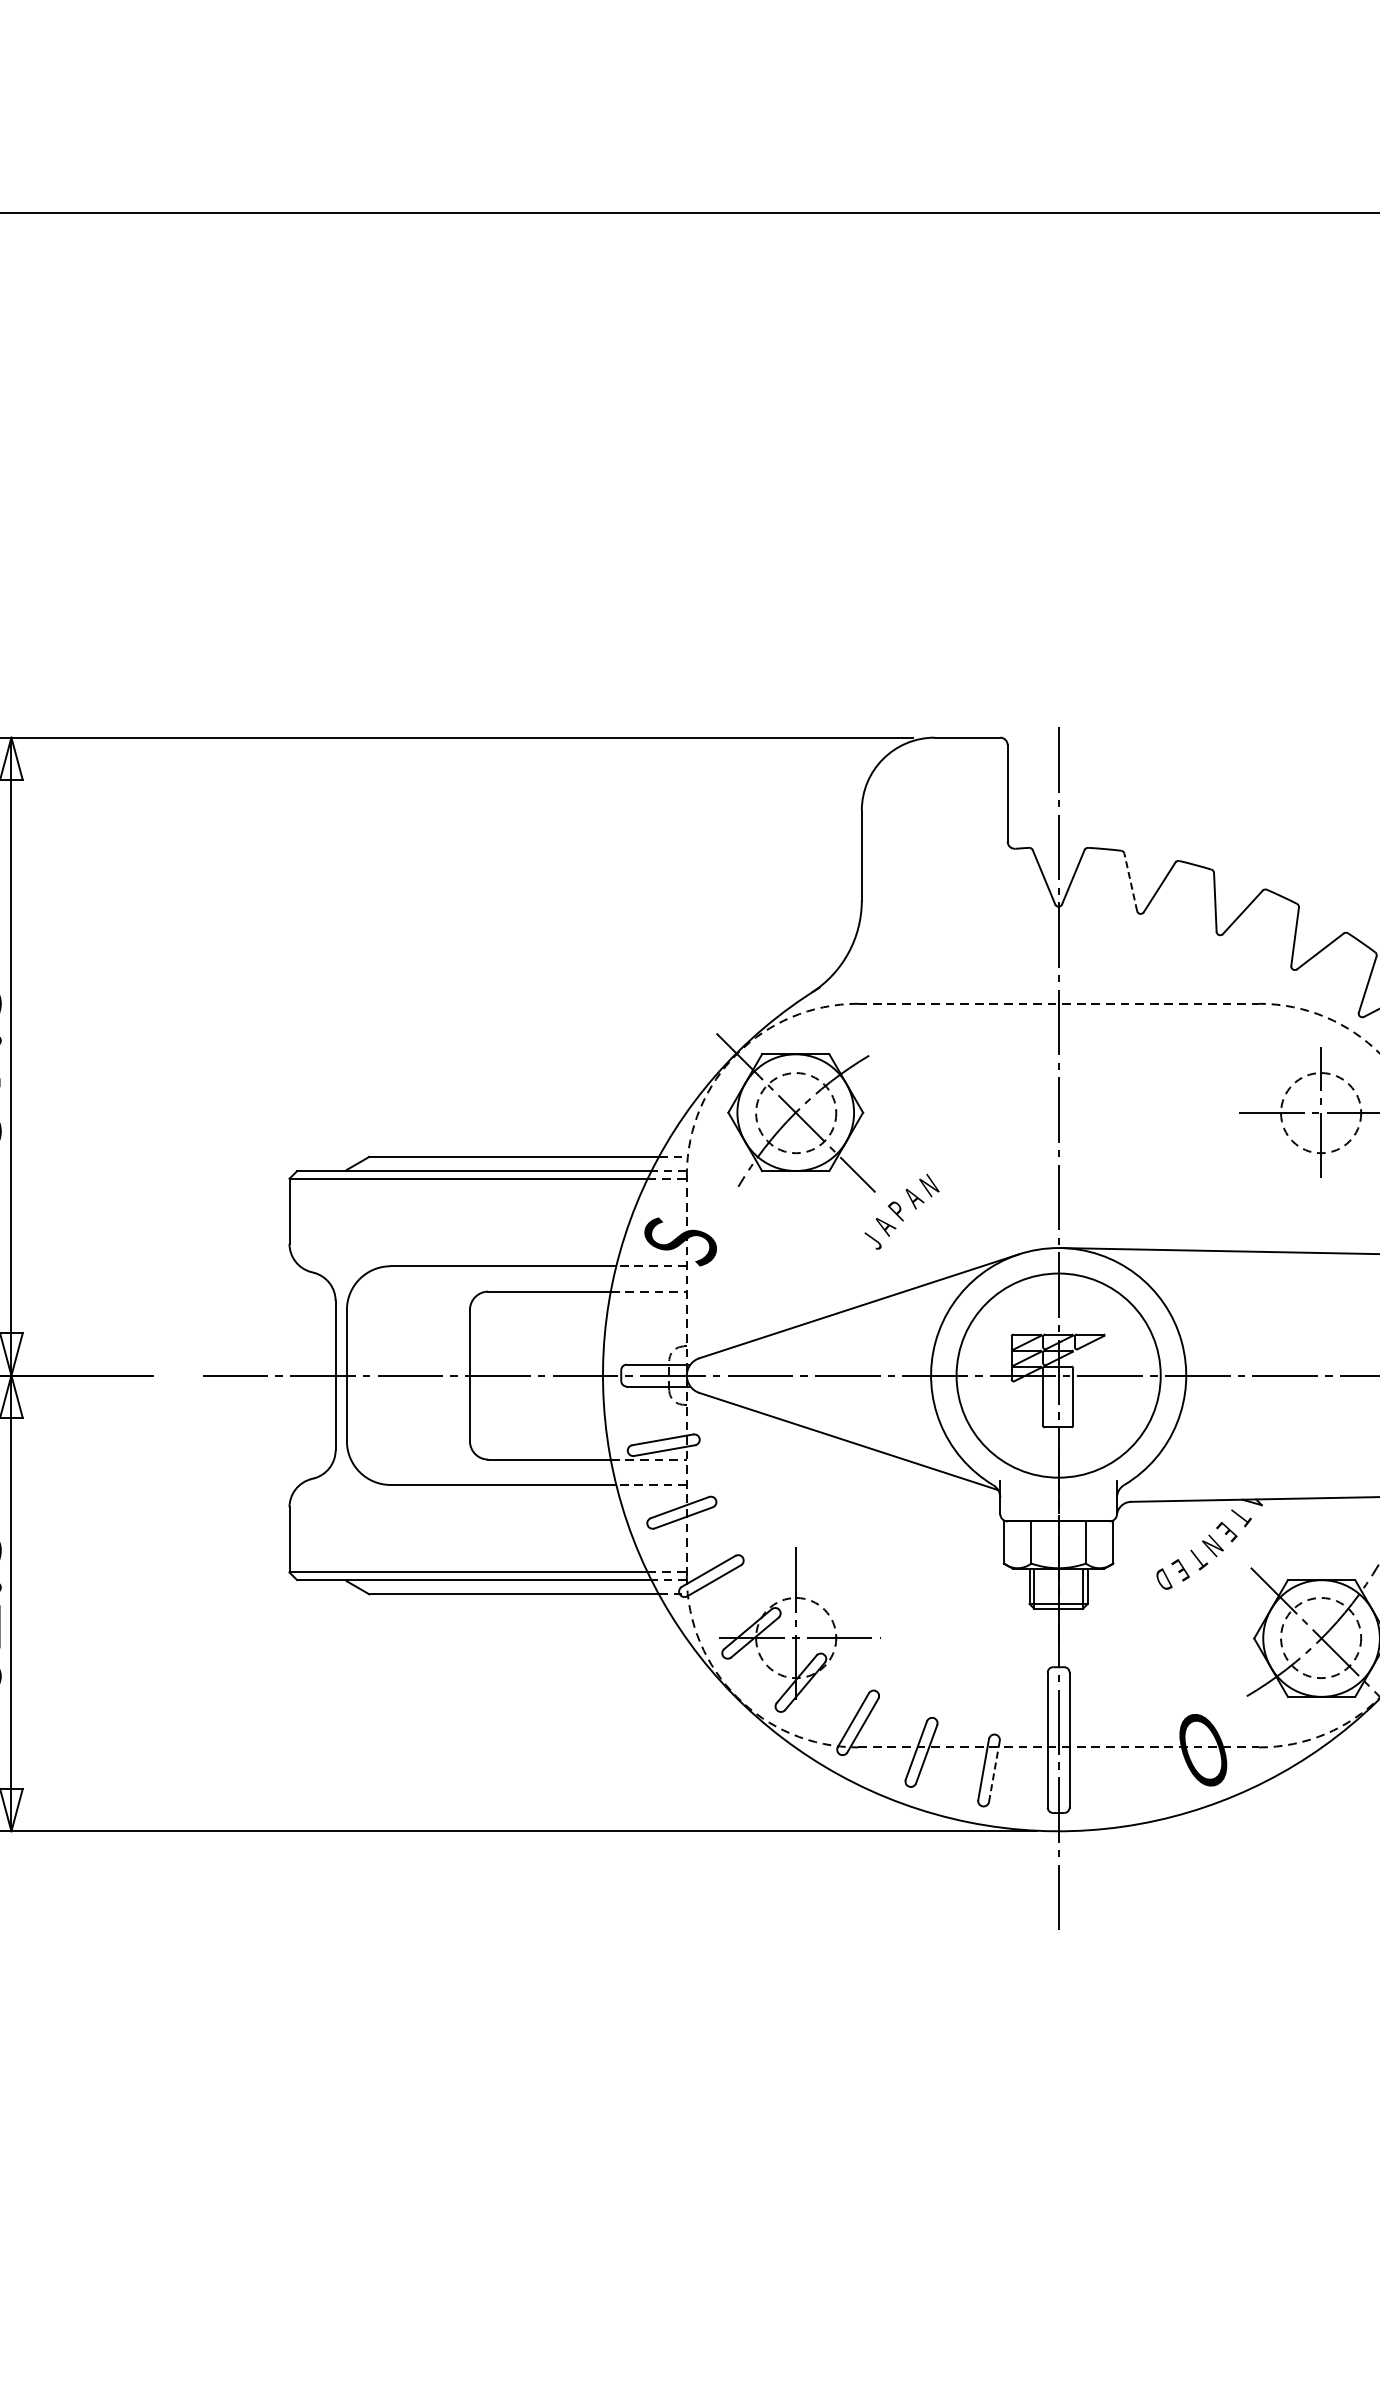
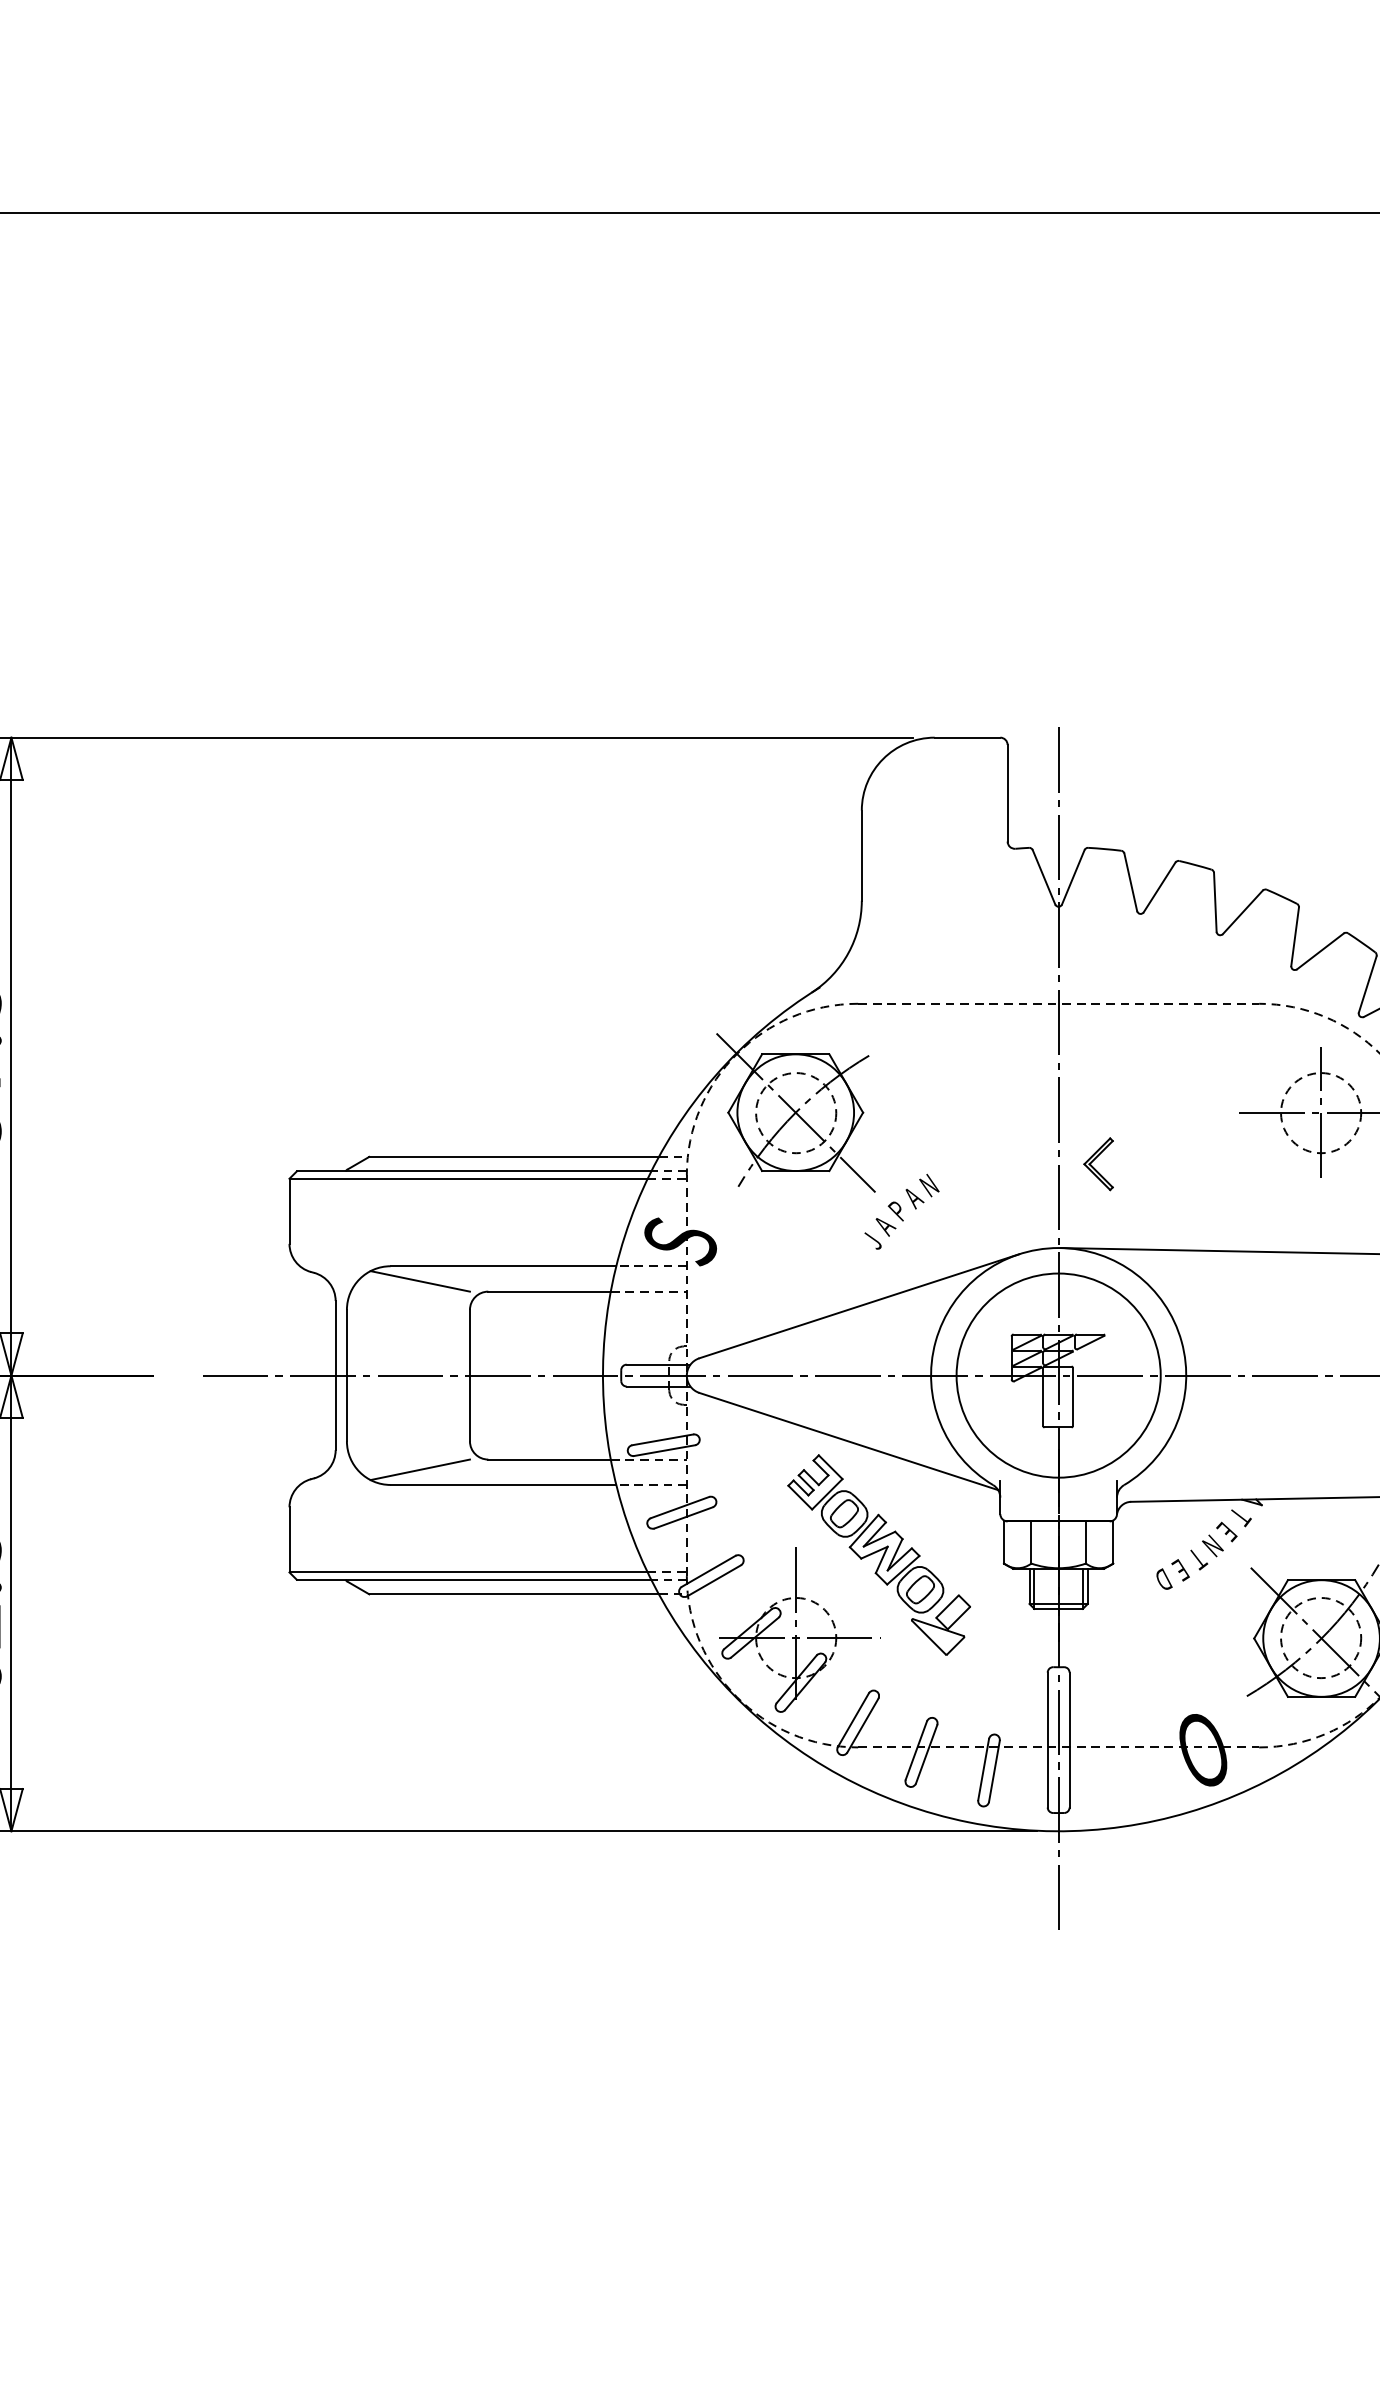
line at (1130, 881): dashed -> solid
part at (1098, 1164): none -> present
line at (419, 1281): none -> present
line at (419, 1469): none -> present
part at (878, 1554): none -> present
line at (994, 1771): dashed -> solid
